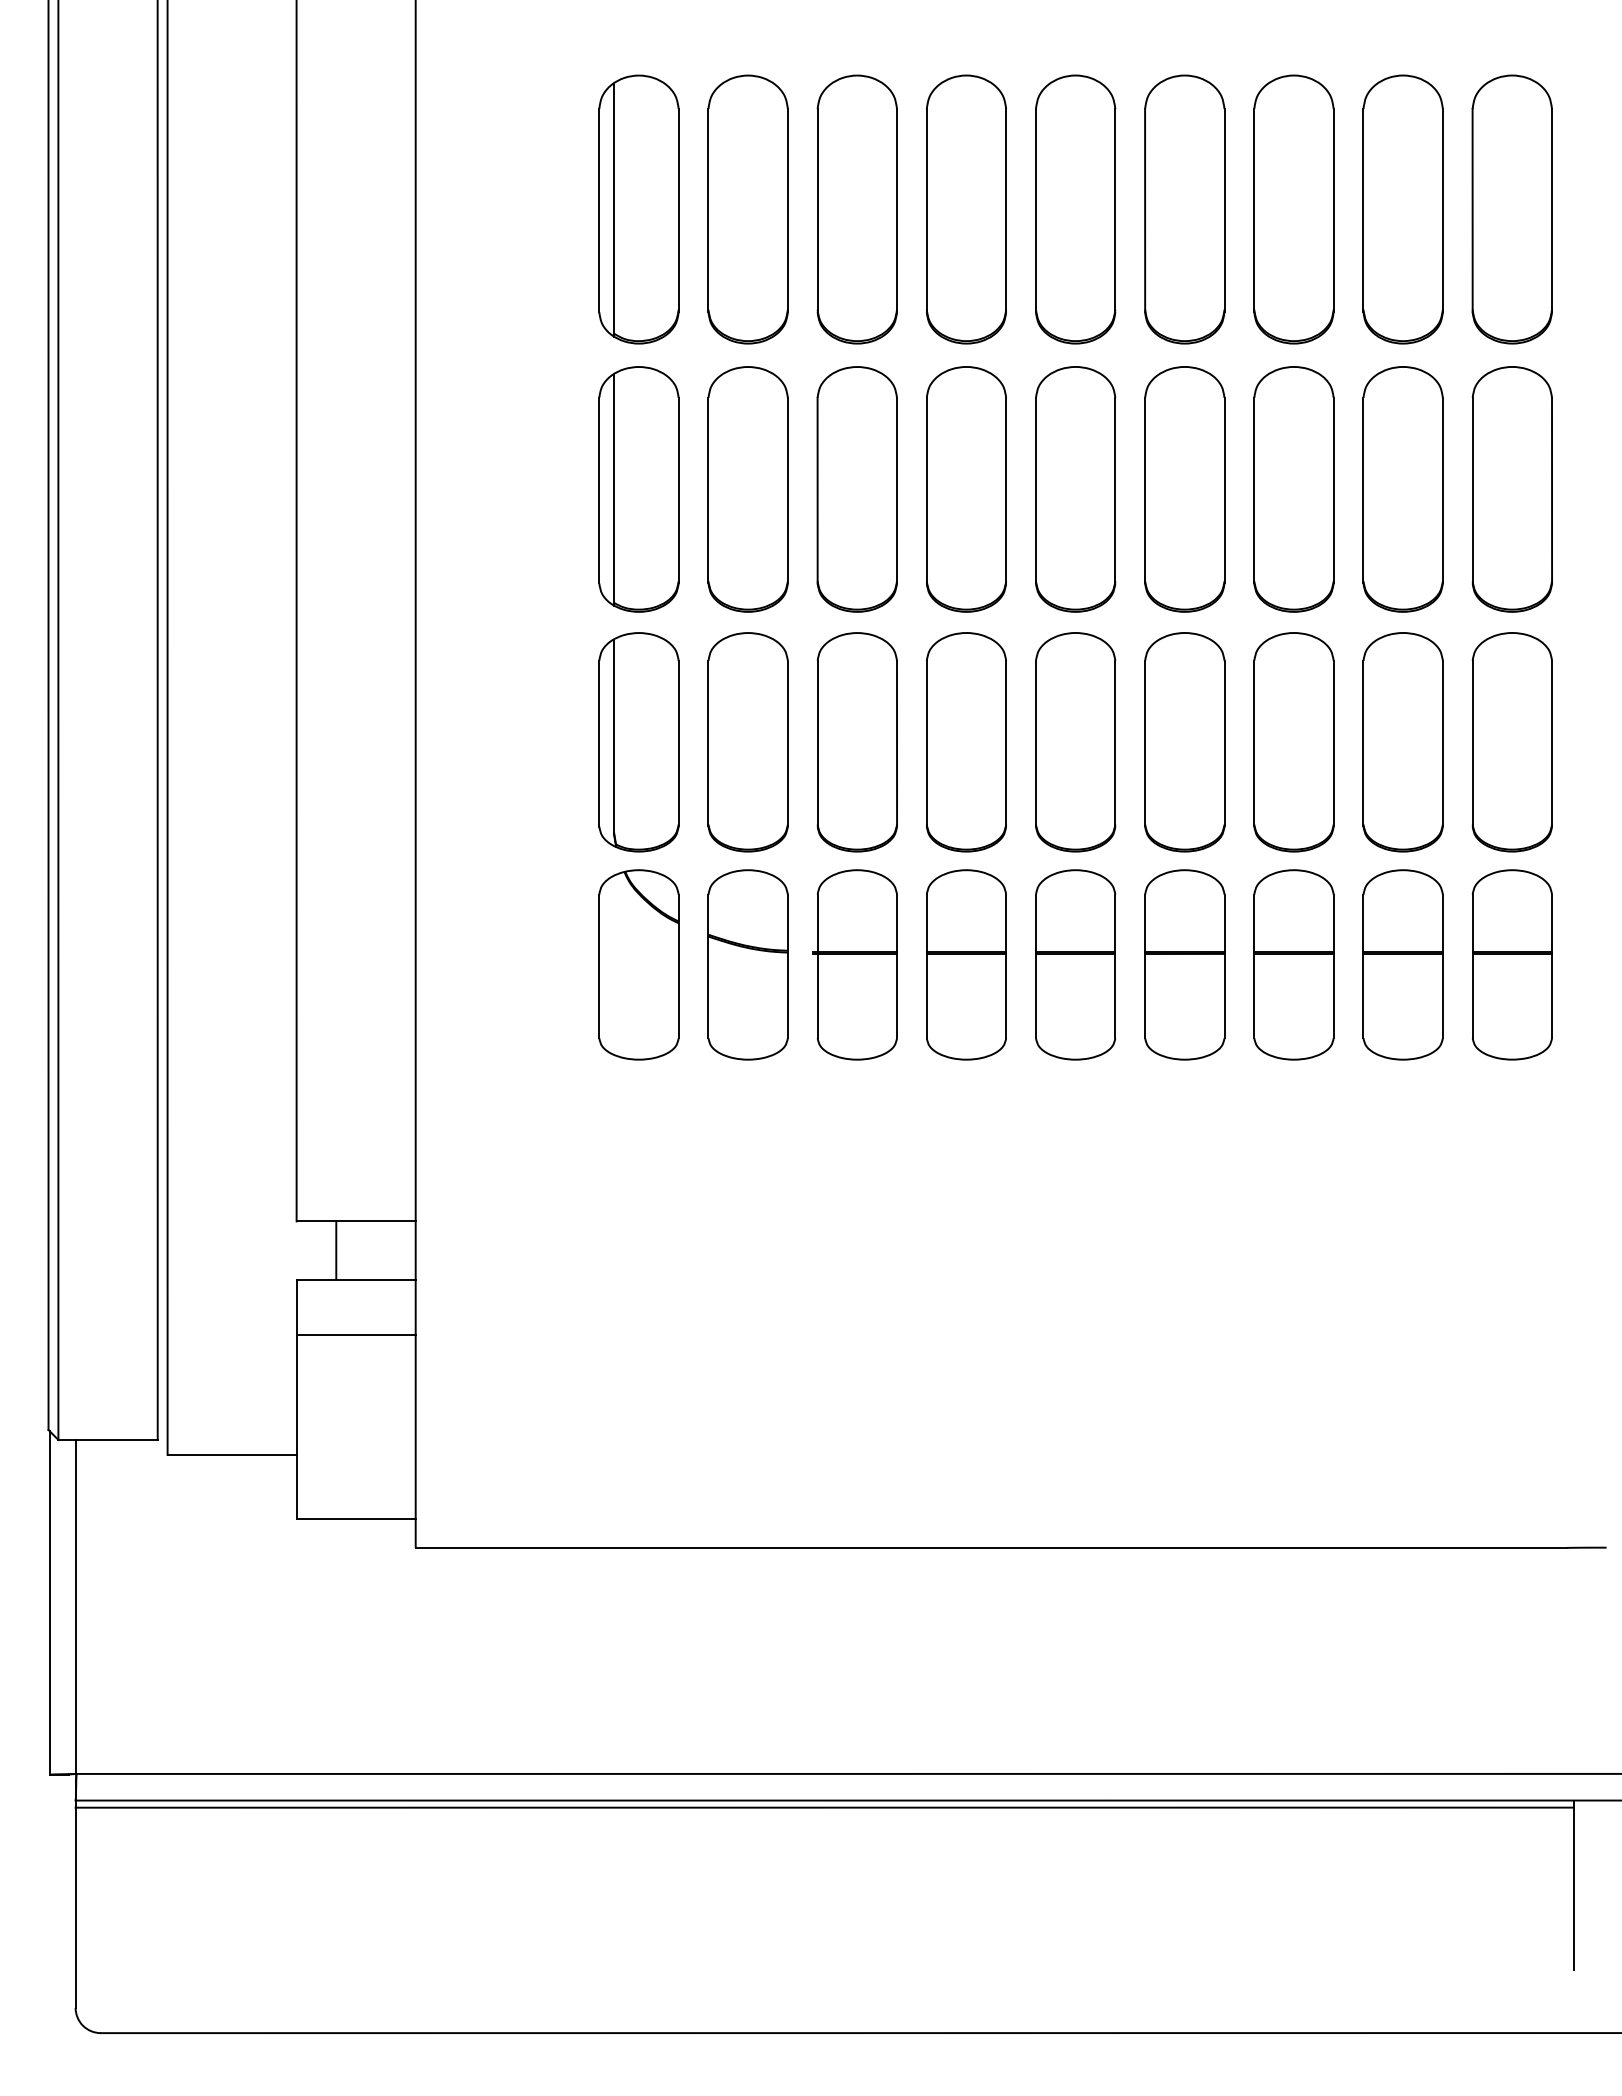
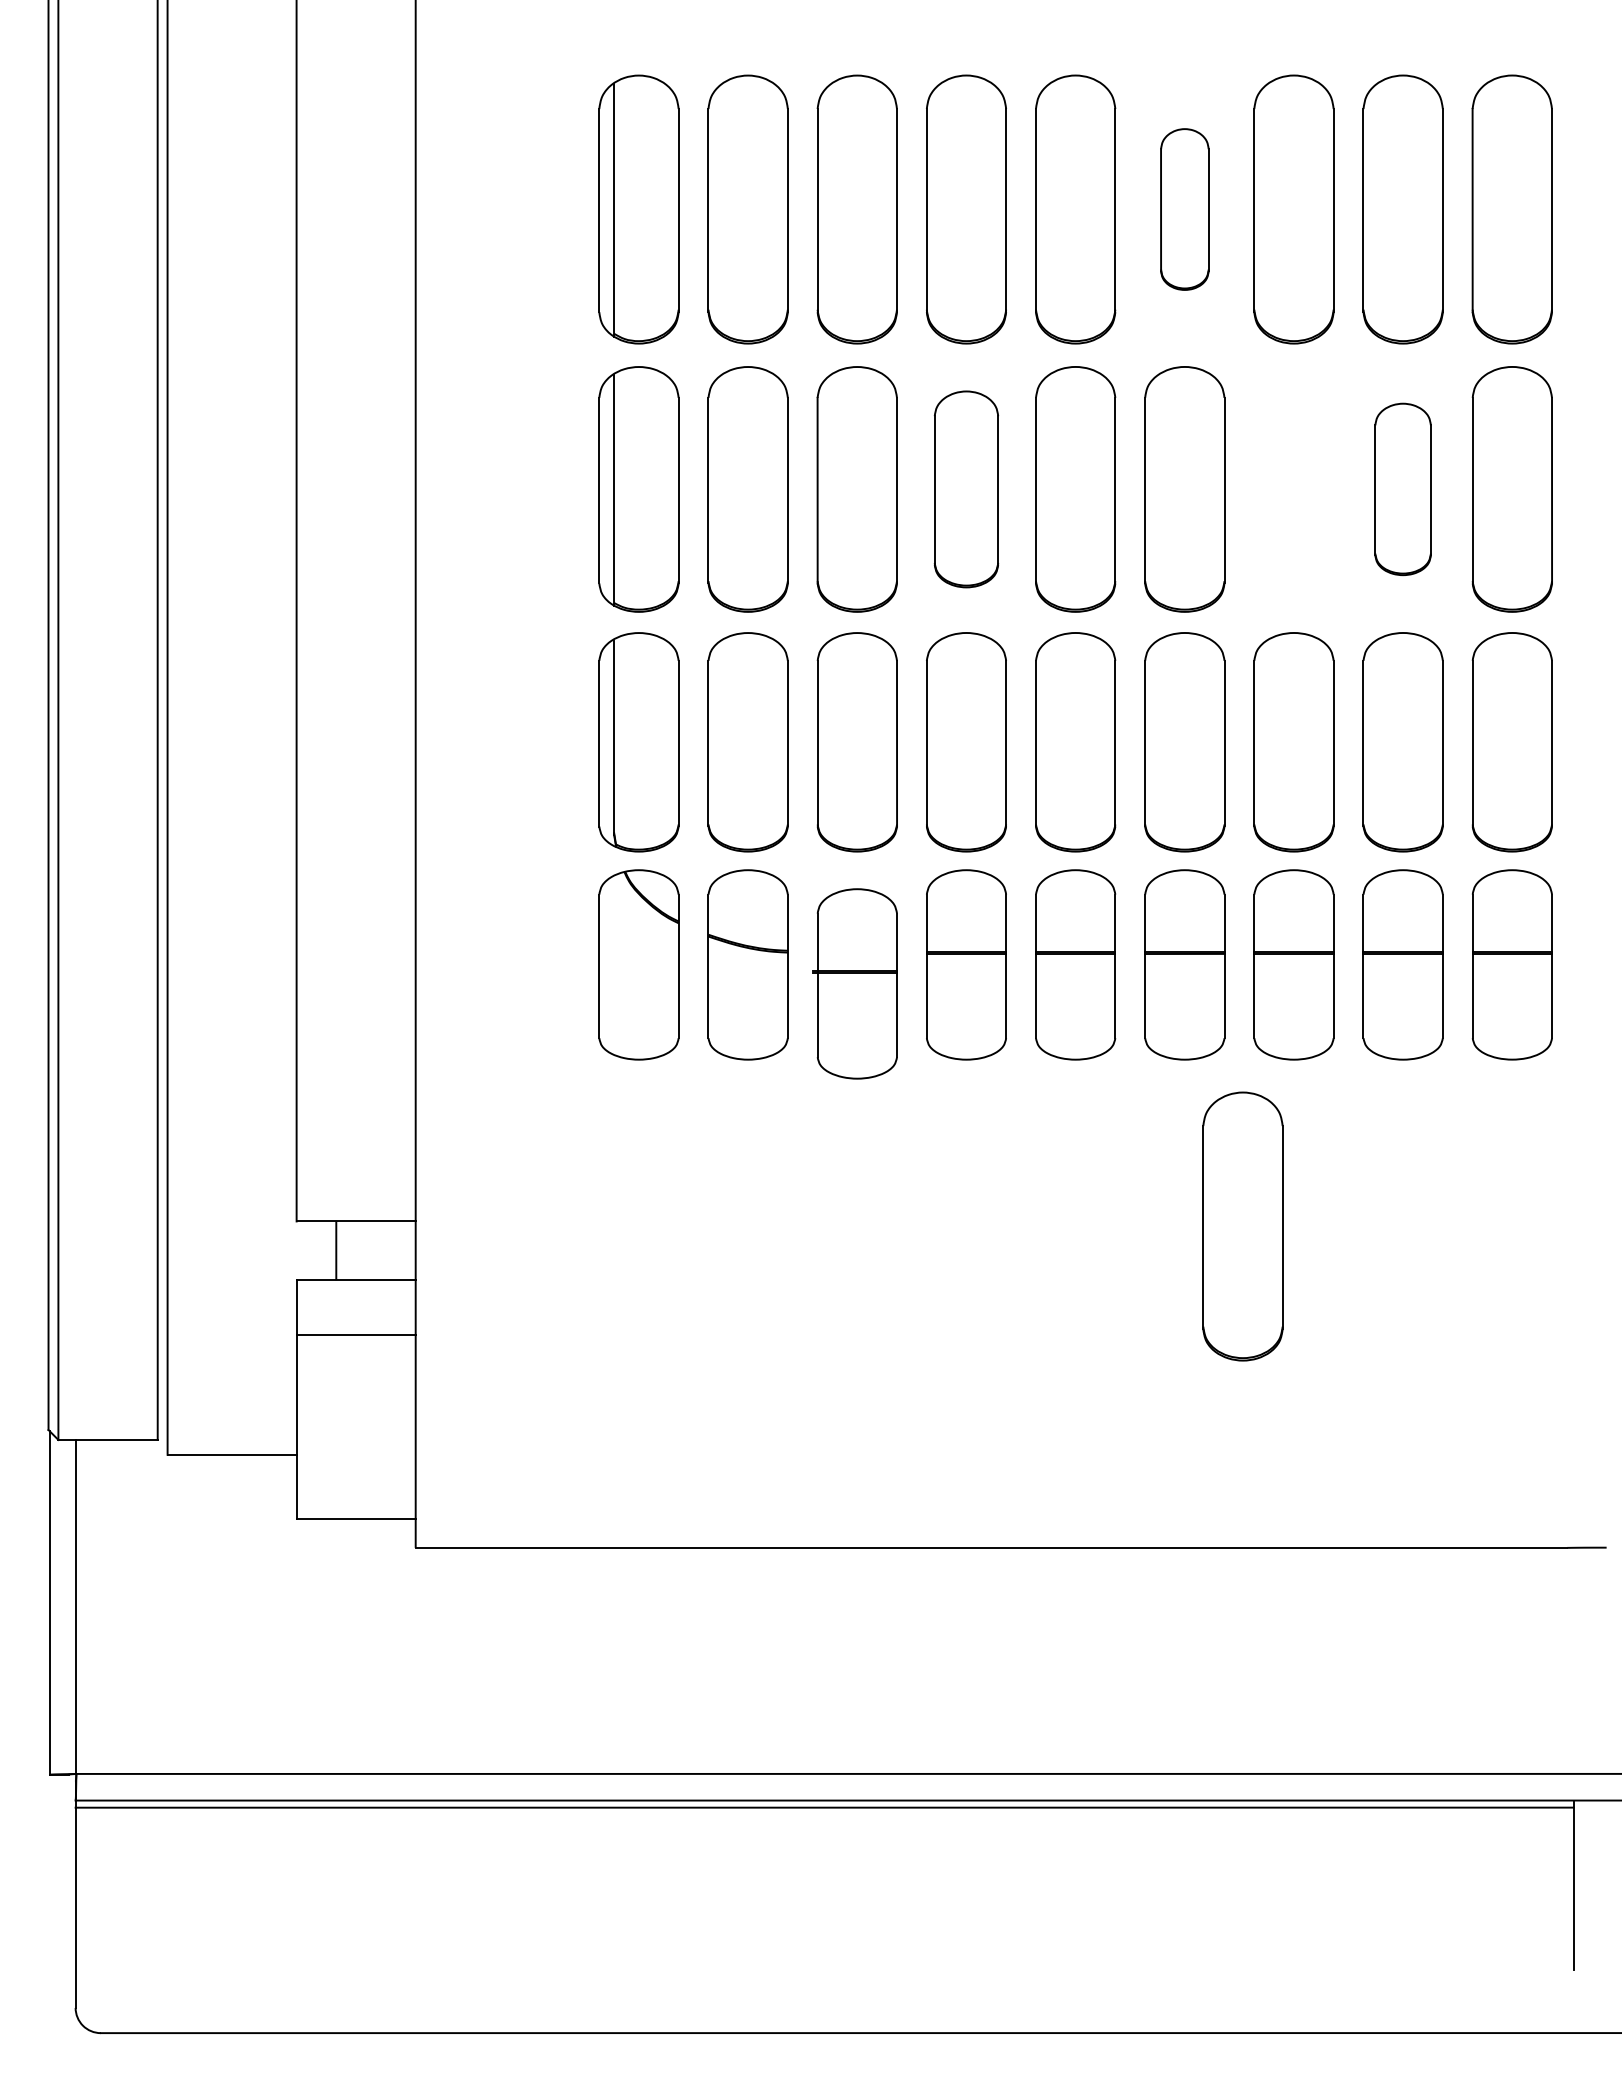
part at (1184, 209) size: 82x271 px -> 50x163 px
part at (966, 489) size: 81x247 px -> 67x199 px
part at (1293, 489): present -> none
part at (1402, 489) size: 82x247 px -> 58x175 px
part at (854, 964) position: (854, 964) -> (854, 983)
part at (1242, 1226): none -> present
